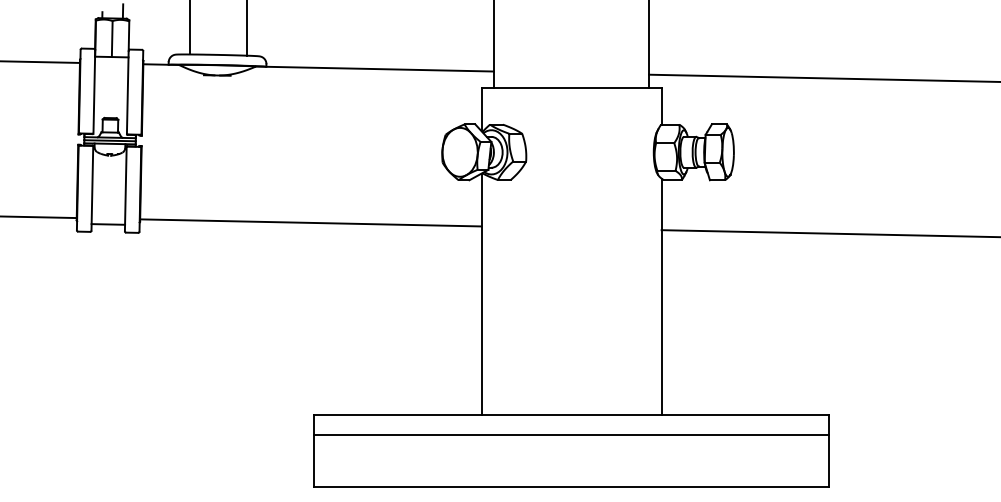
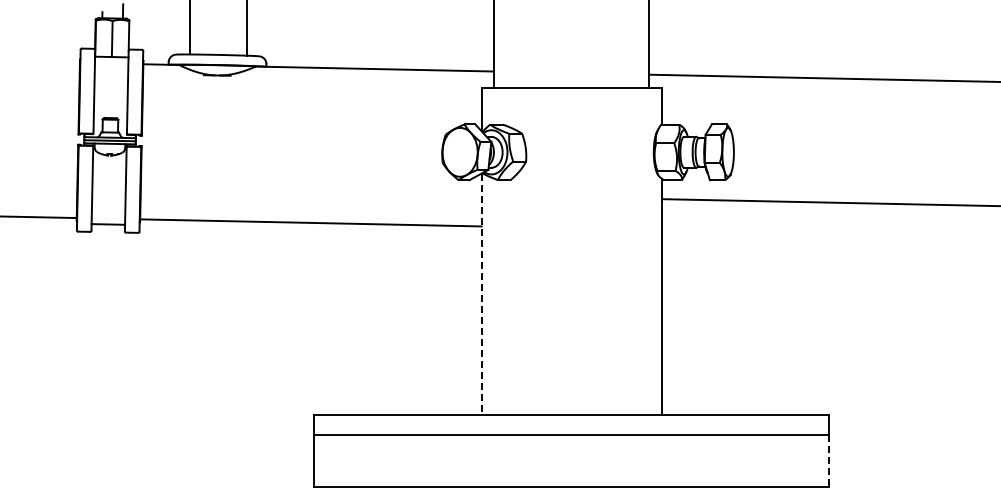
line at (40, 61): present -> none
line at (829, 233) position: (829, 233) -> (829, 202)
line at (481, 294): solid -> dashed
line at (828, 461): solid -> dashed
